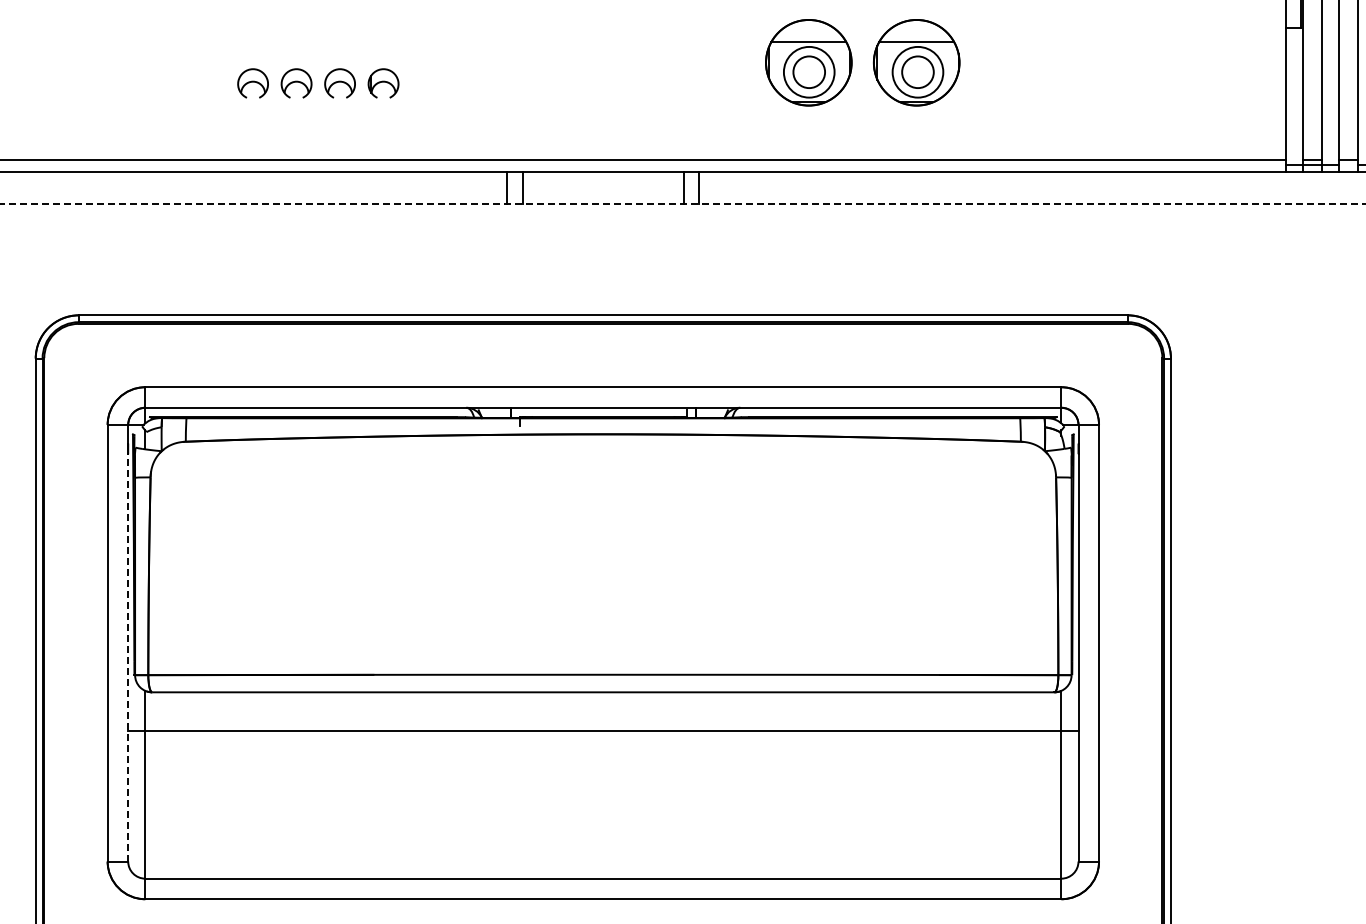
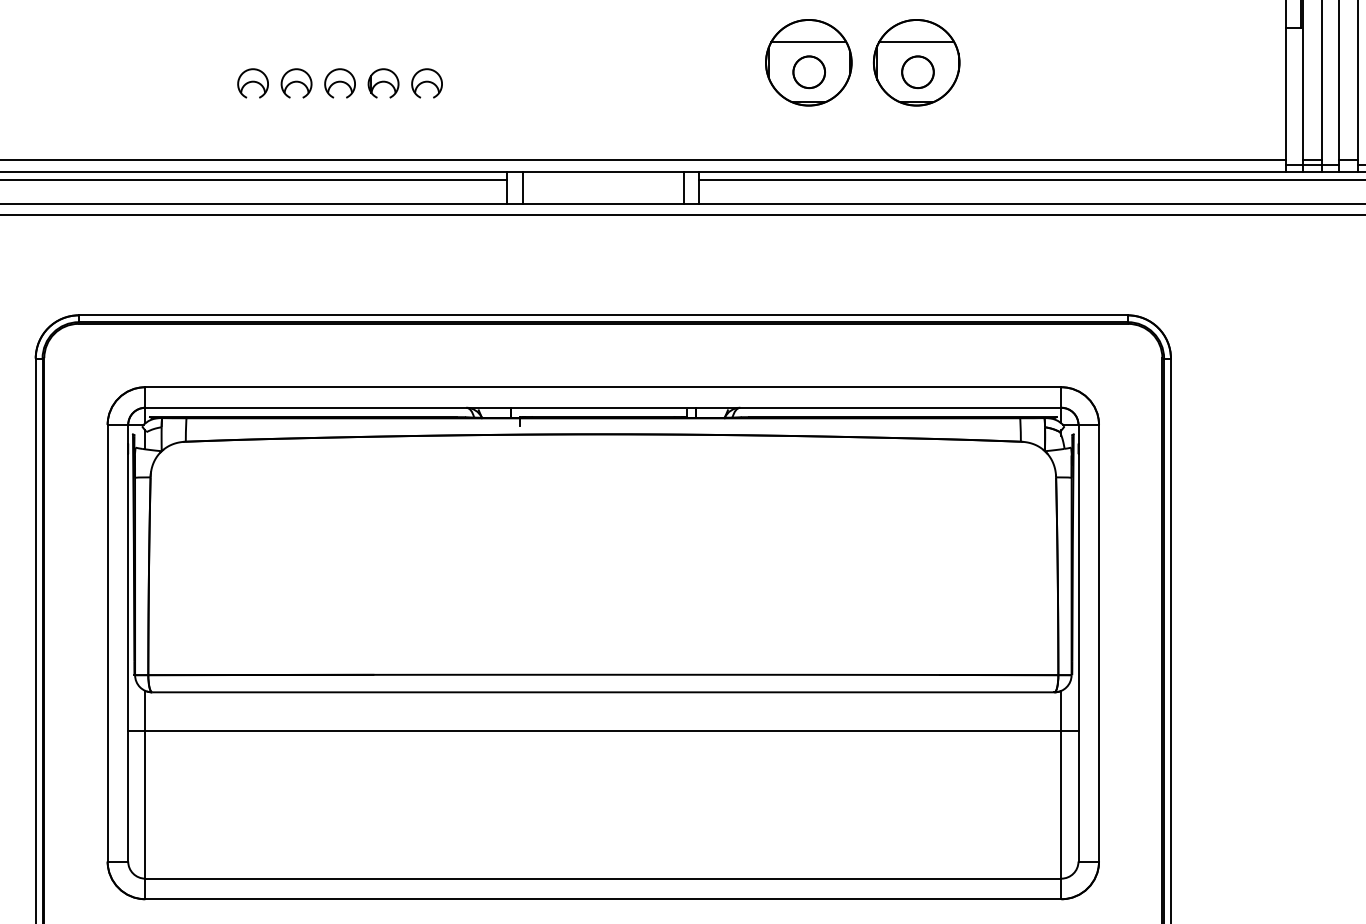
circle at (808, 71) diameter: 51 px -> 32 px
circle at (917, 71) diameter: 51 px -> 32 px
part at (426, 83): none -> present
line at (254, 180): none -> present
line at (1030, 180): none -> present
line at (682, 204): dashed -> solid
line at (682, 215): none -> present
line at (128, 657): dashed -> solid
